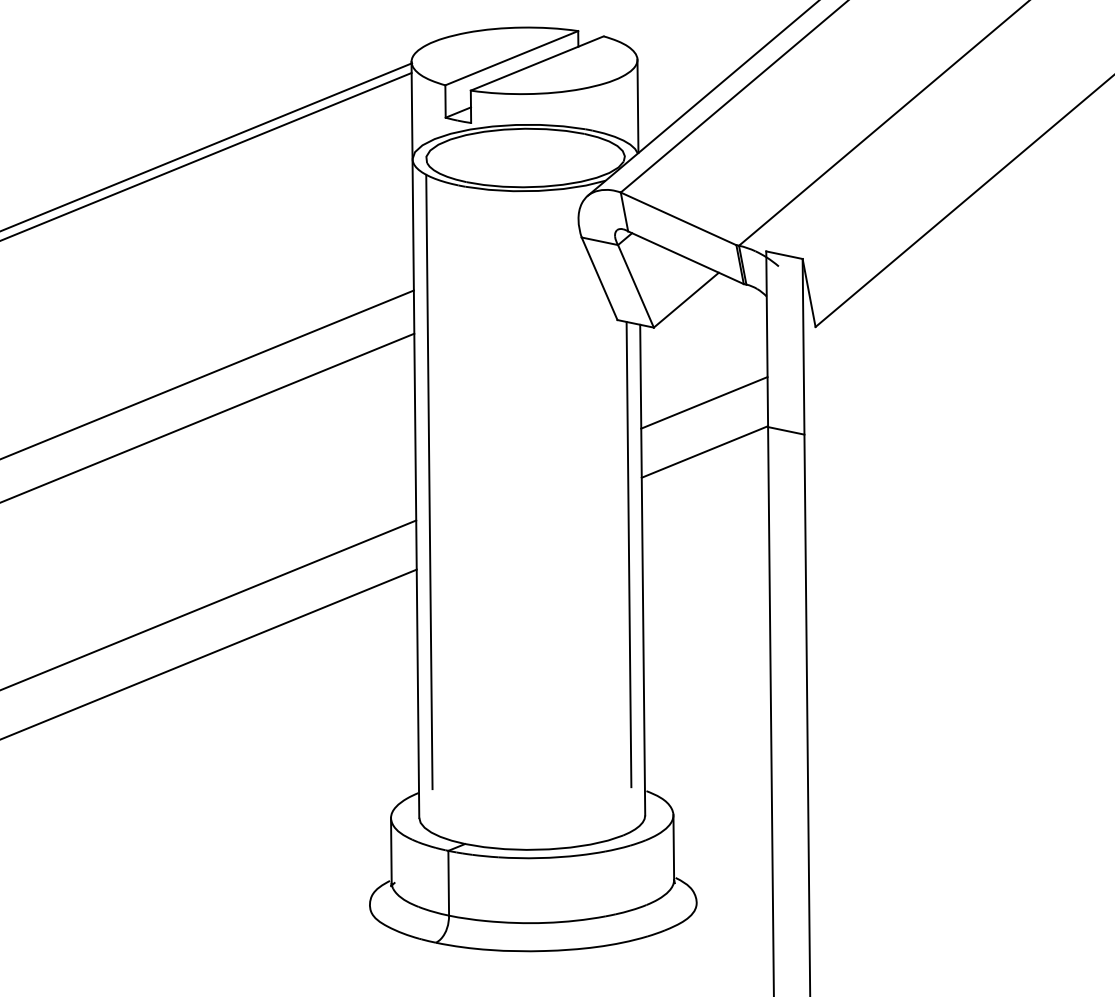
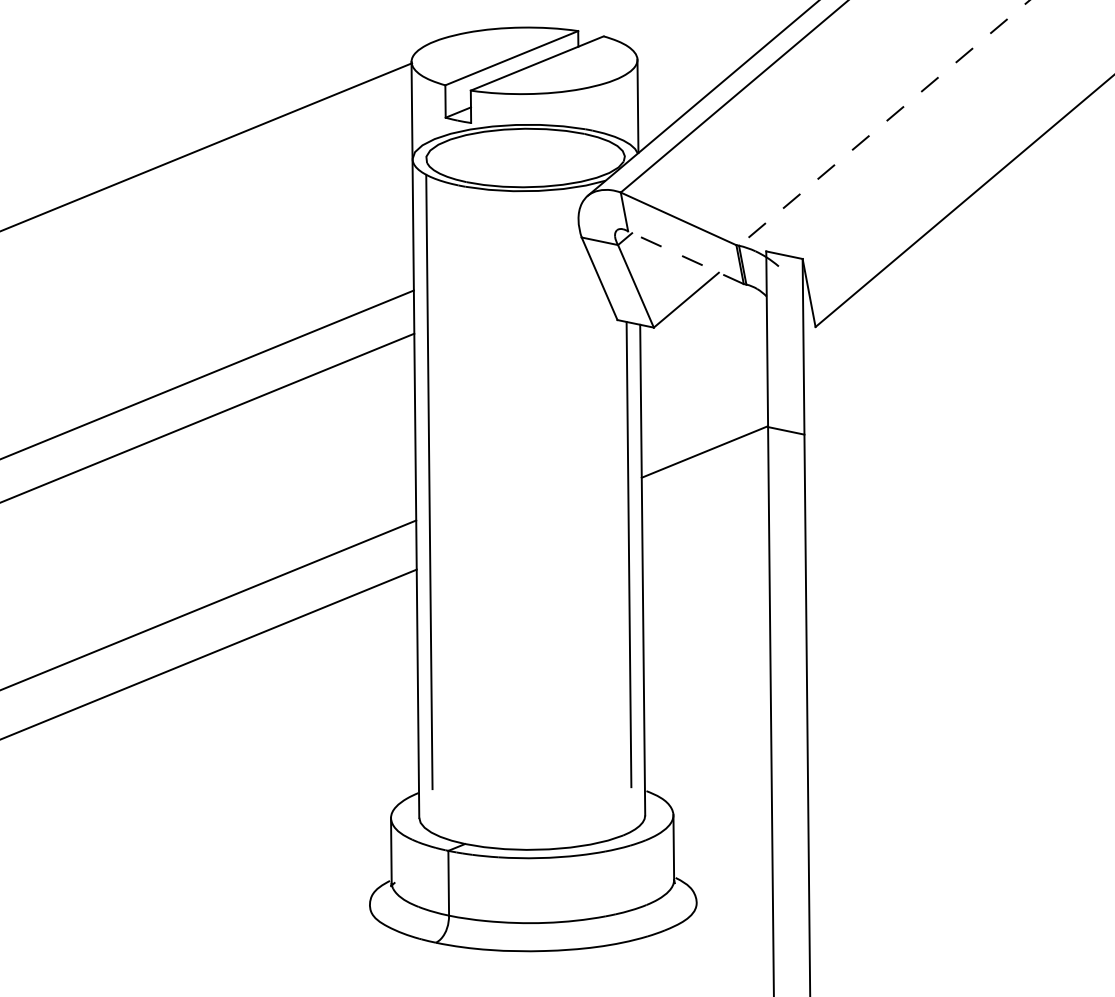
line at (884, 123): solid -> dashed
line at (206, 156): present -> none
line at (685, 257): solid -> dashed
line at (704, 402): present -> none
